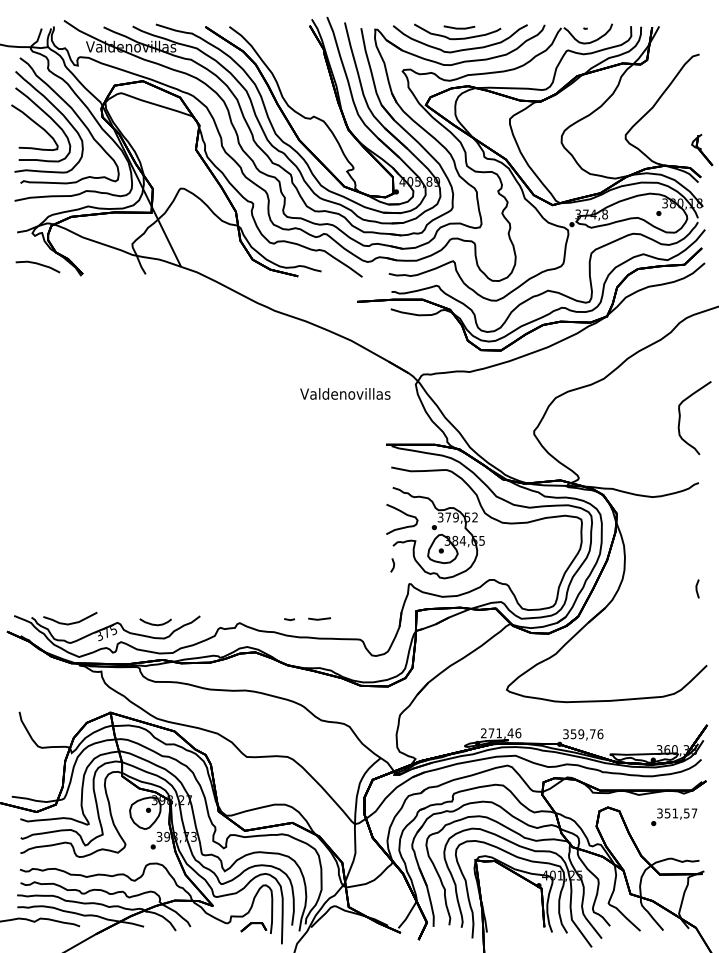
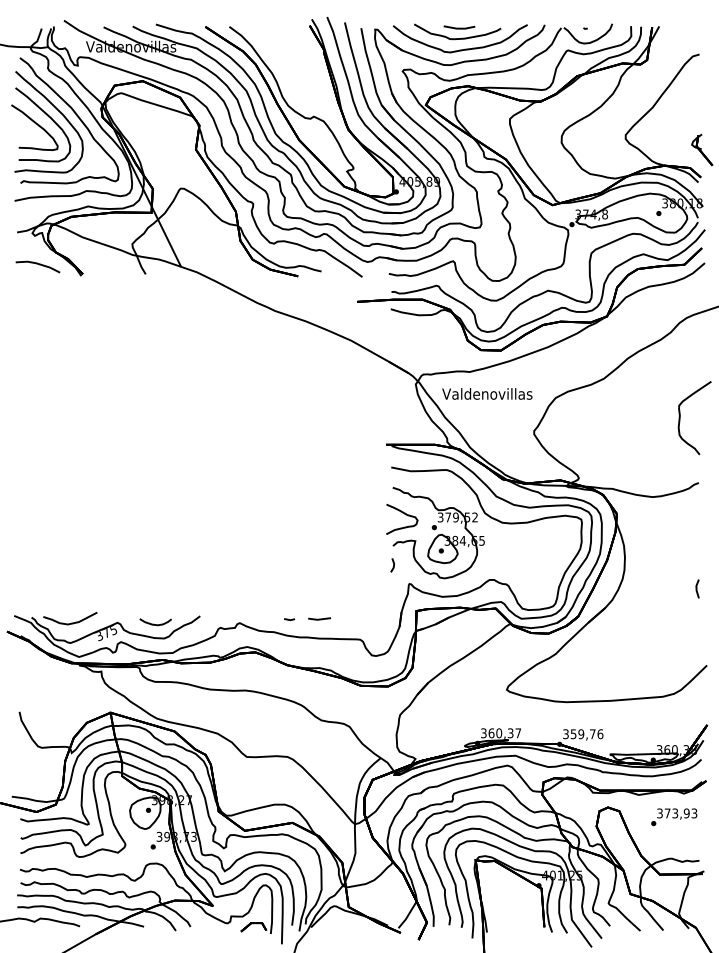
text at (345, 393) position: (345, 393) -> (487, 393)
text at (501, 733): 271,46 -> 360,37
text at (680, 813): 351,57 -> 373,93
